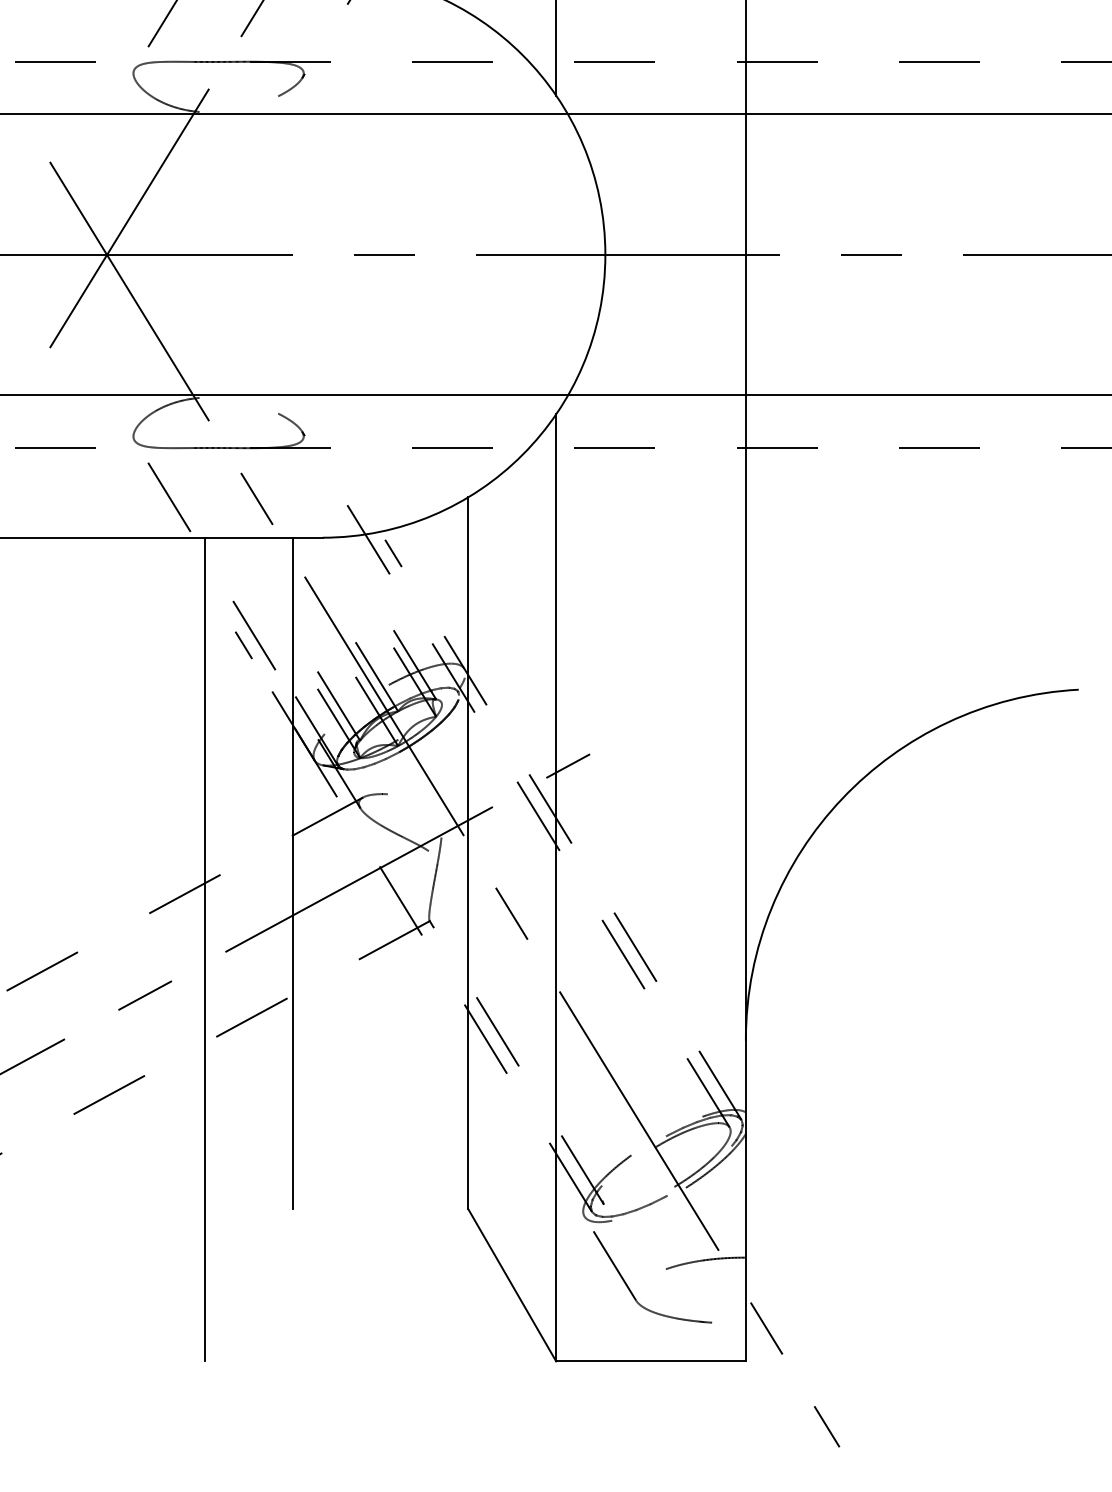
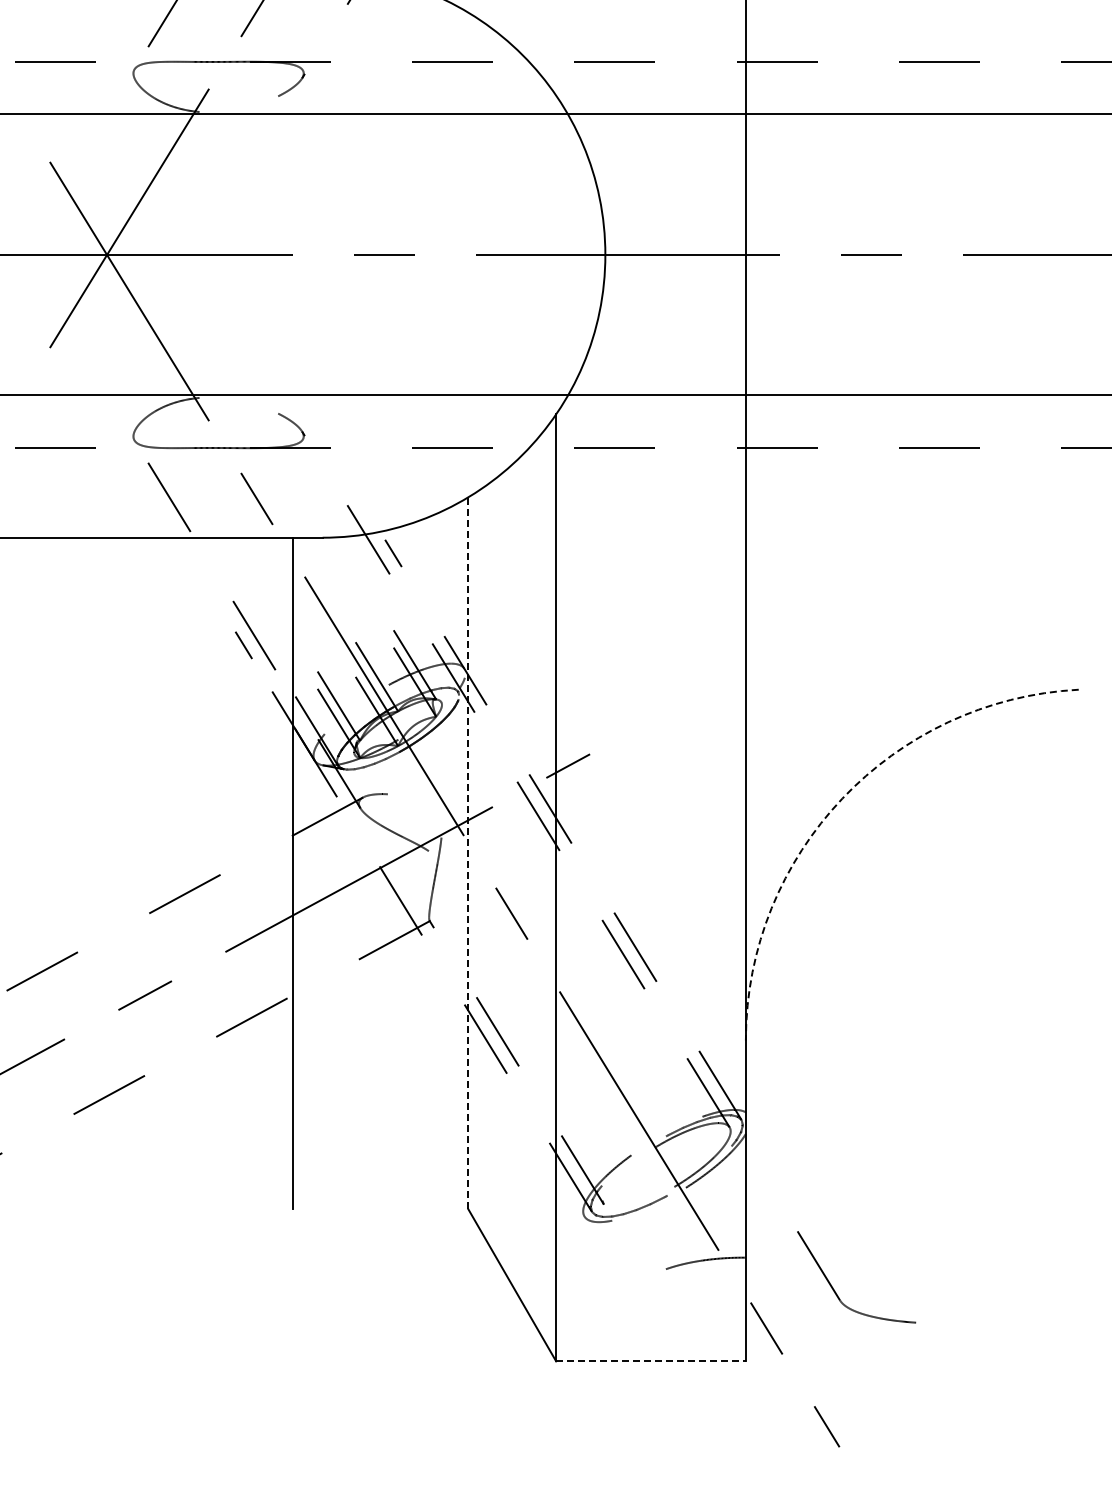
line at (556, 48): present -> none
arc at (842, 798): solid -> dashed
line at (468, 852): solid -> dashed
line at (204, 949): present -> none
part at (631, 1290) position: (631, 1290) -> (835, 1290)
line at (651, 1361): solid -> dashed
